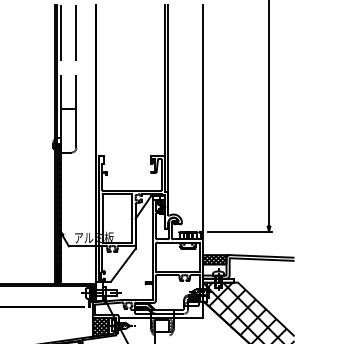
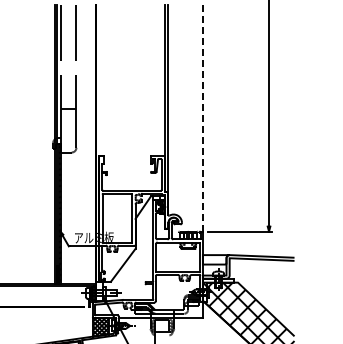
line at (202, 118): solid -> dashed
hatch at (215, 259): present -> none
